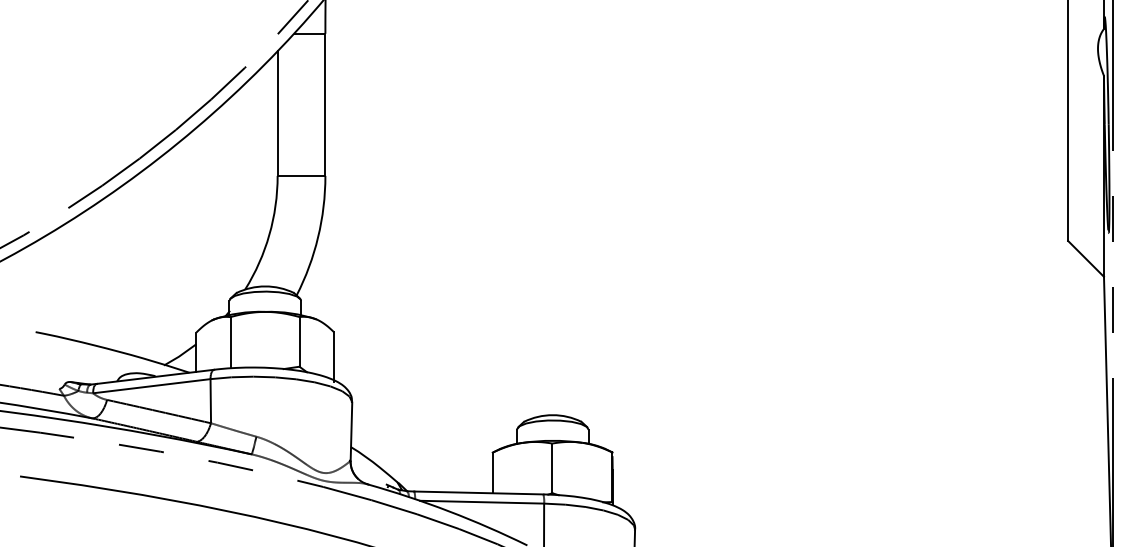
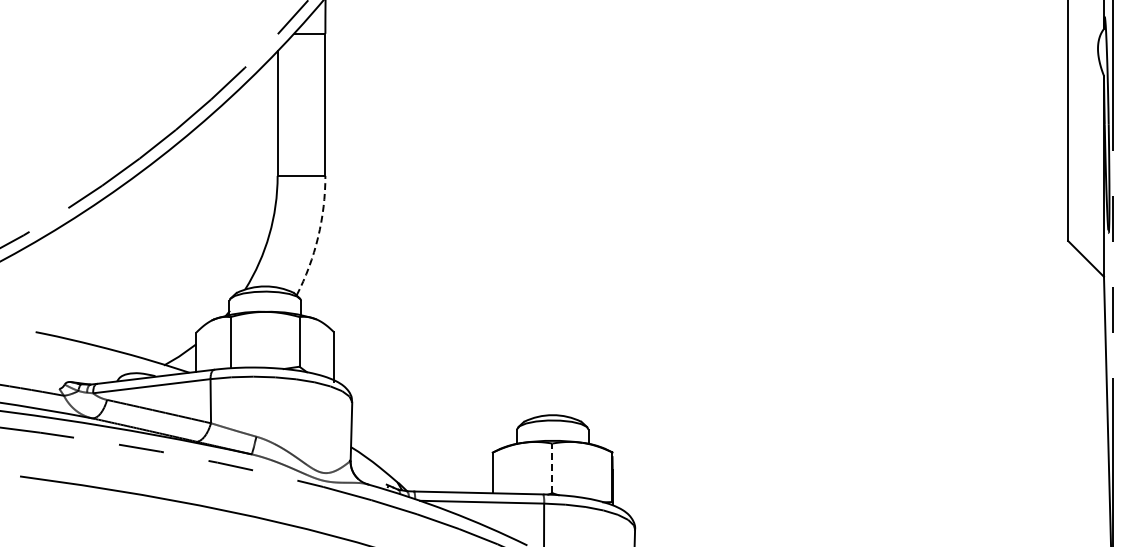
arc at (318, 237): solid -> dashed
line at (552, 468): solid -> dashed
